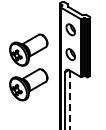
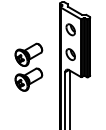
part at (28, 67) size: 40x69 px -> 30x50 px
line at (69, 100): dashed -> solid
